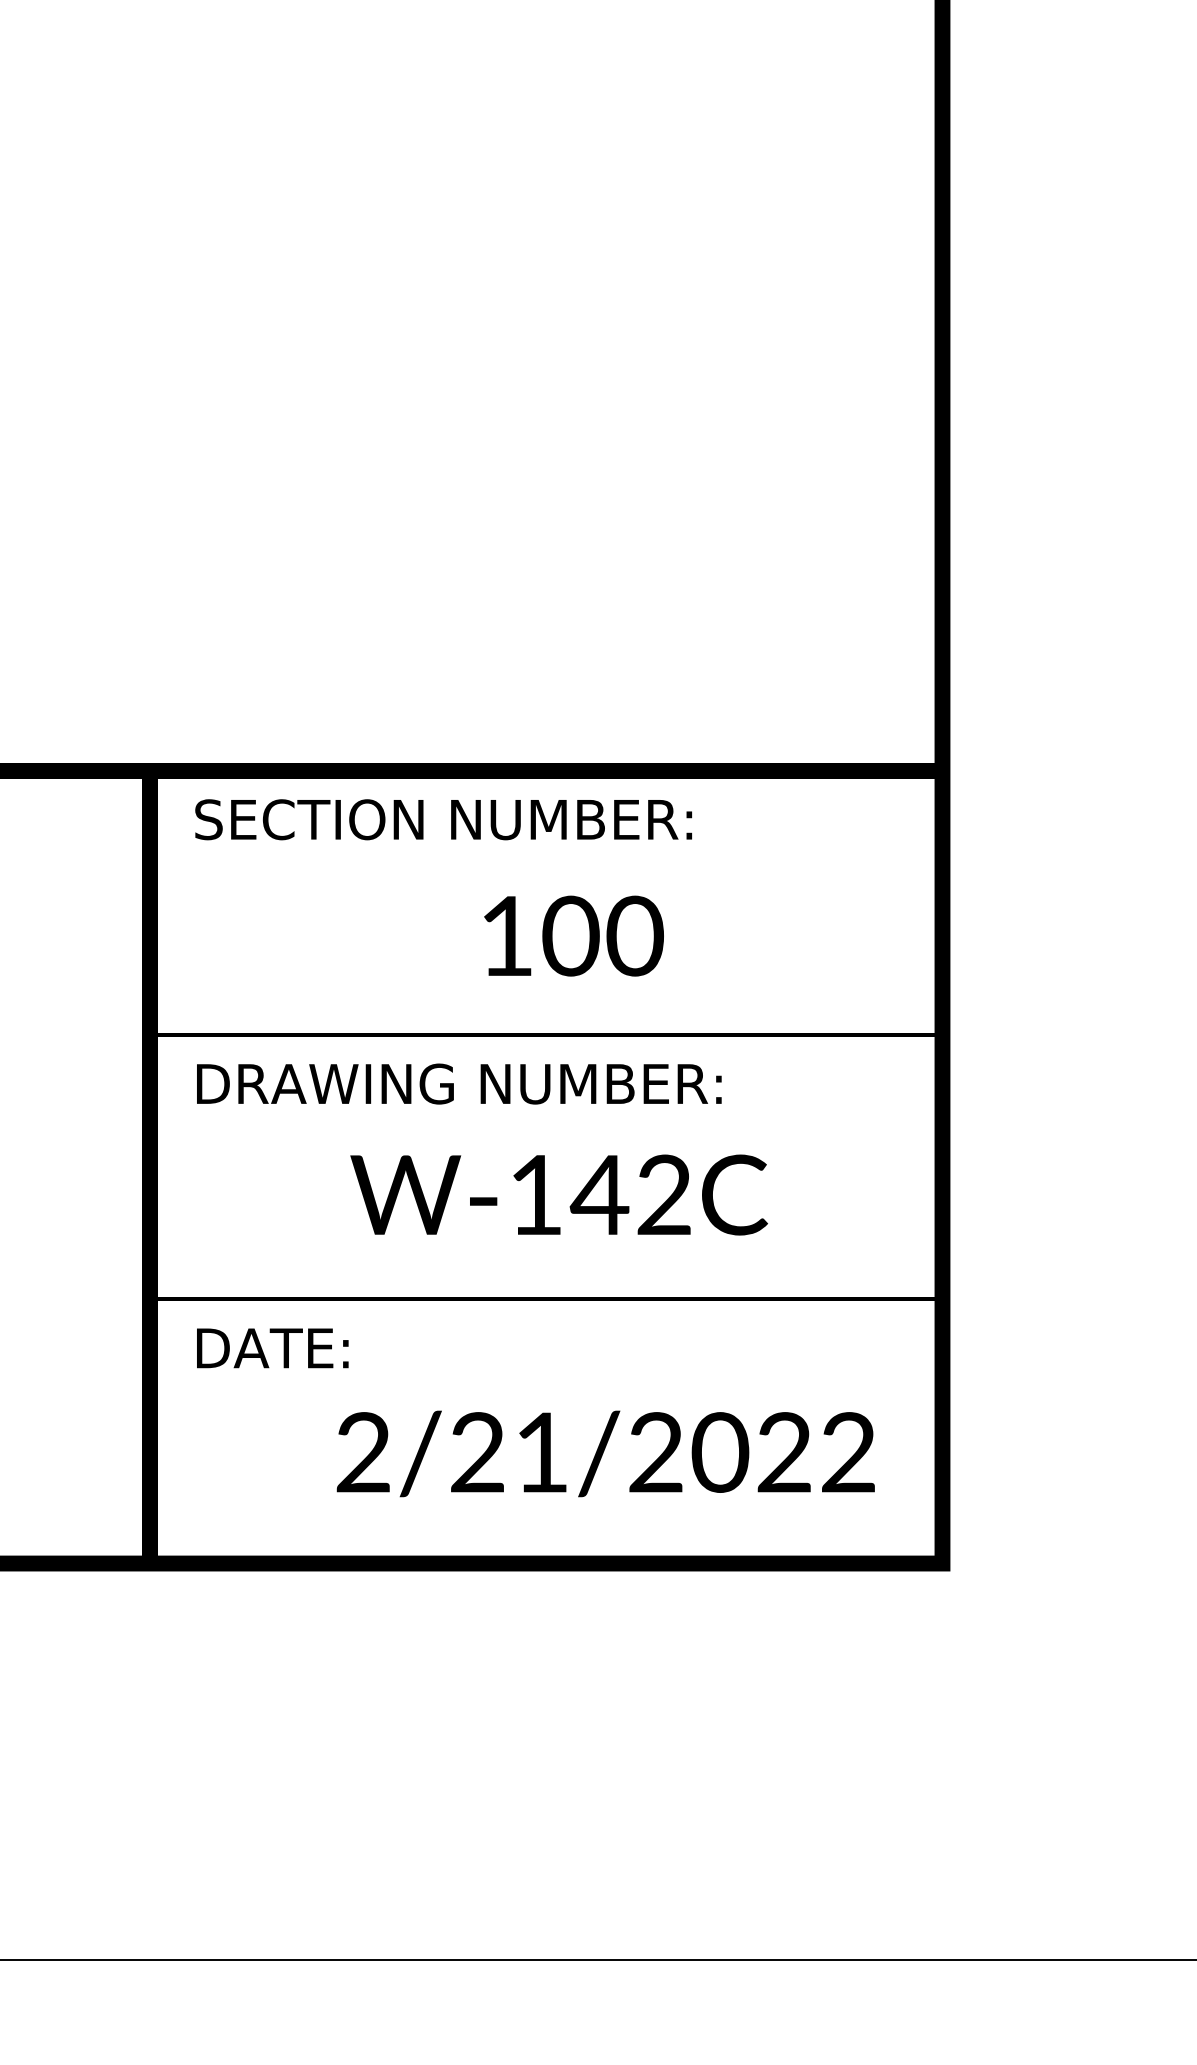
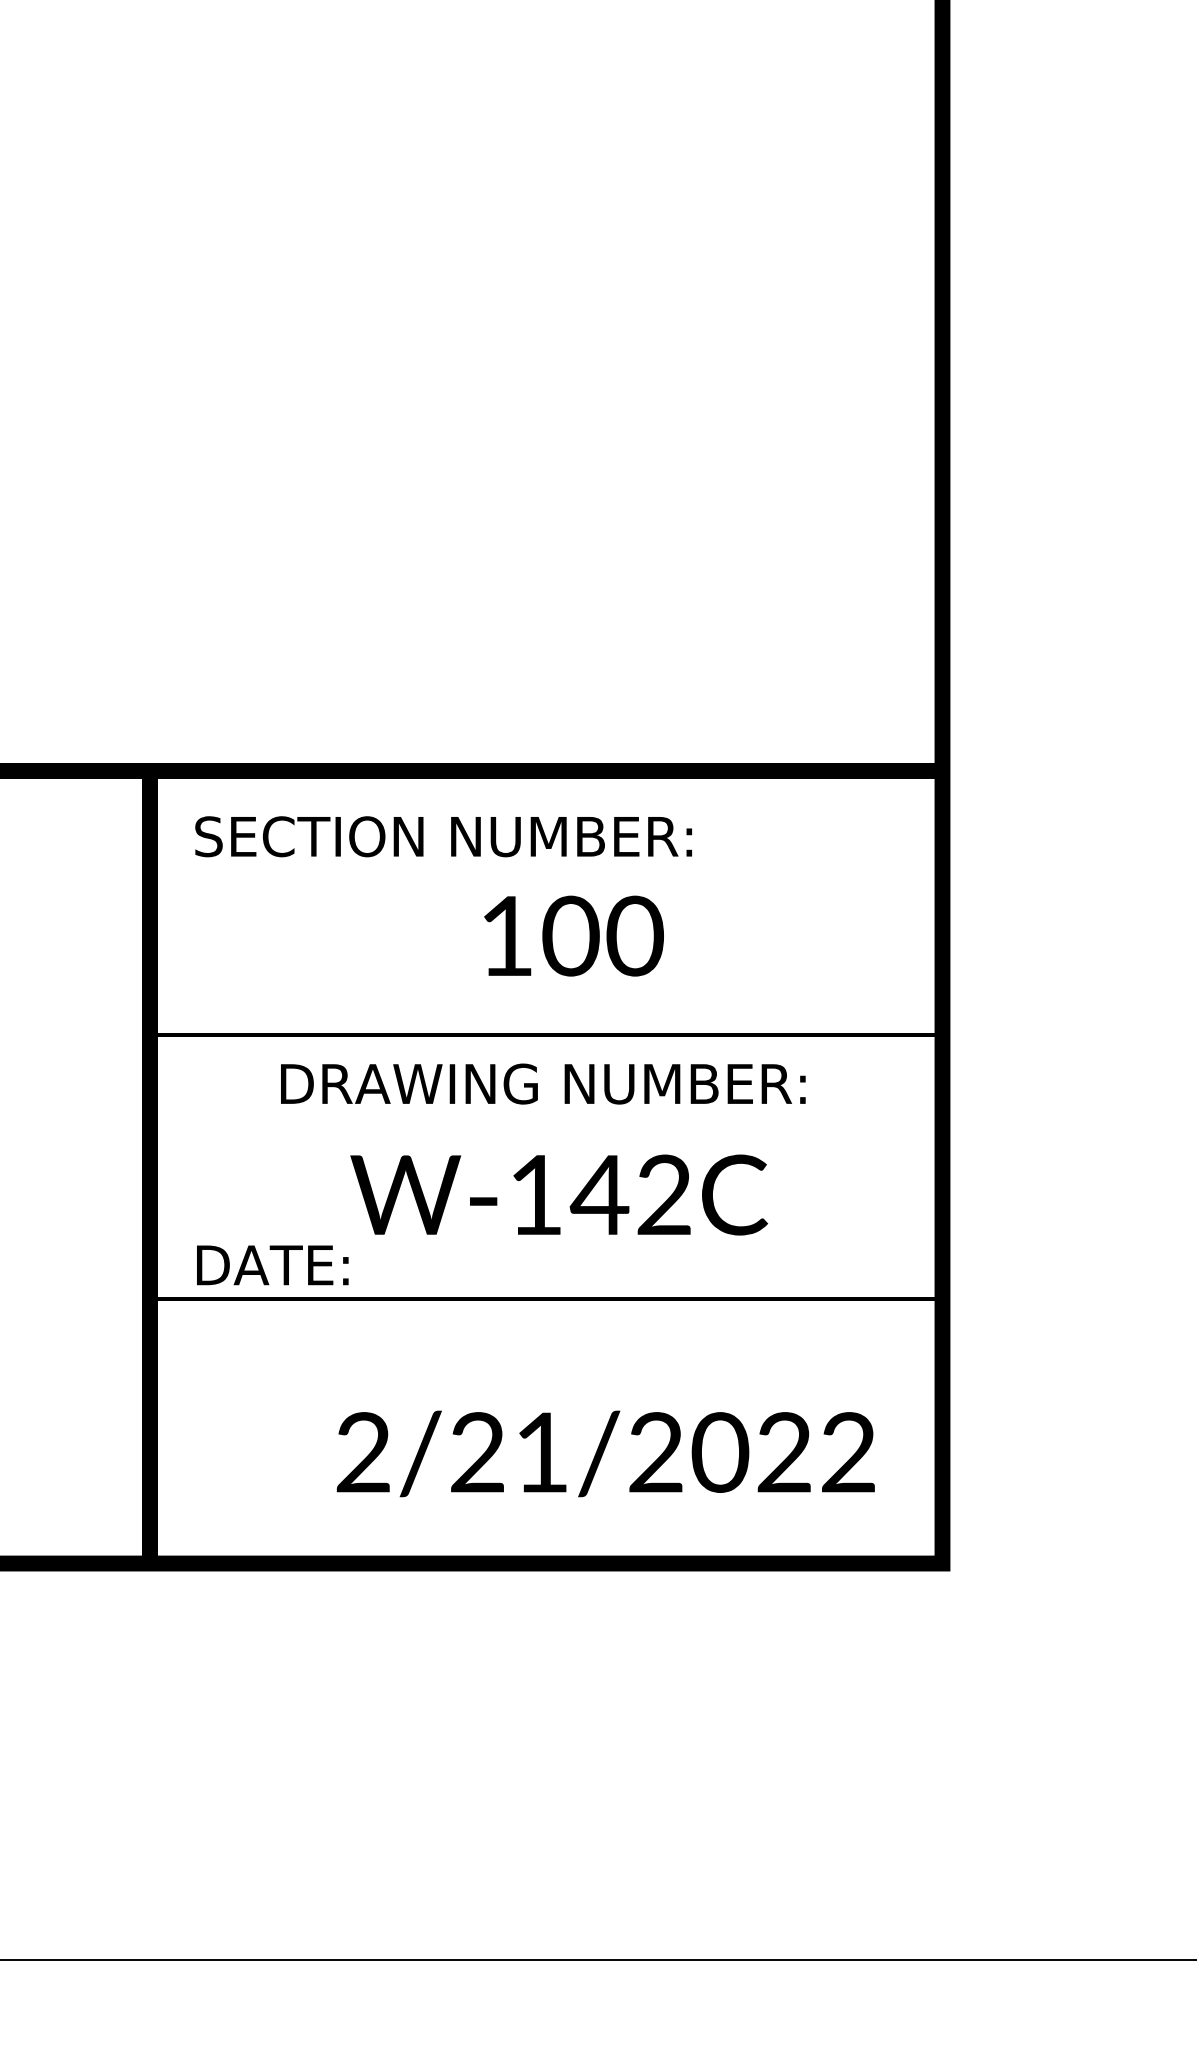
text at (443, 819) position: (443, 819) -> (443, 836)
text at (459, 1083) position: (459, 1083) -> (543, 1083)
text at (272, 1348) position: (272, 1348) -> (272, 1265)
